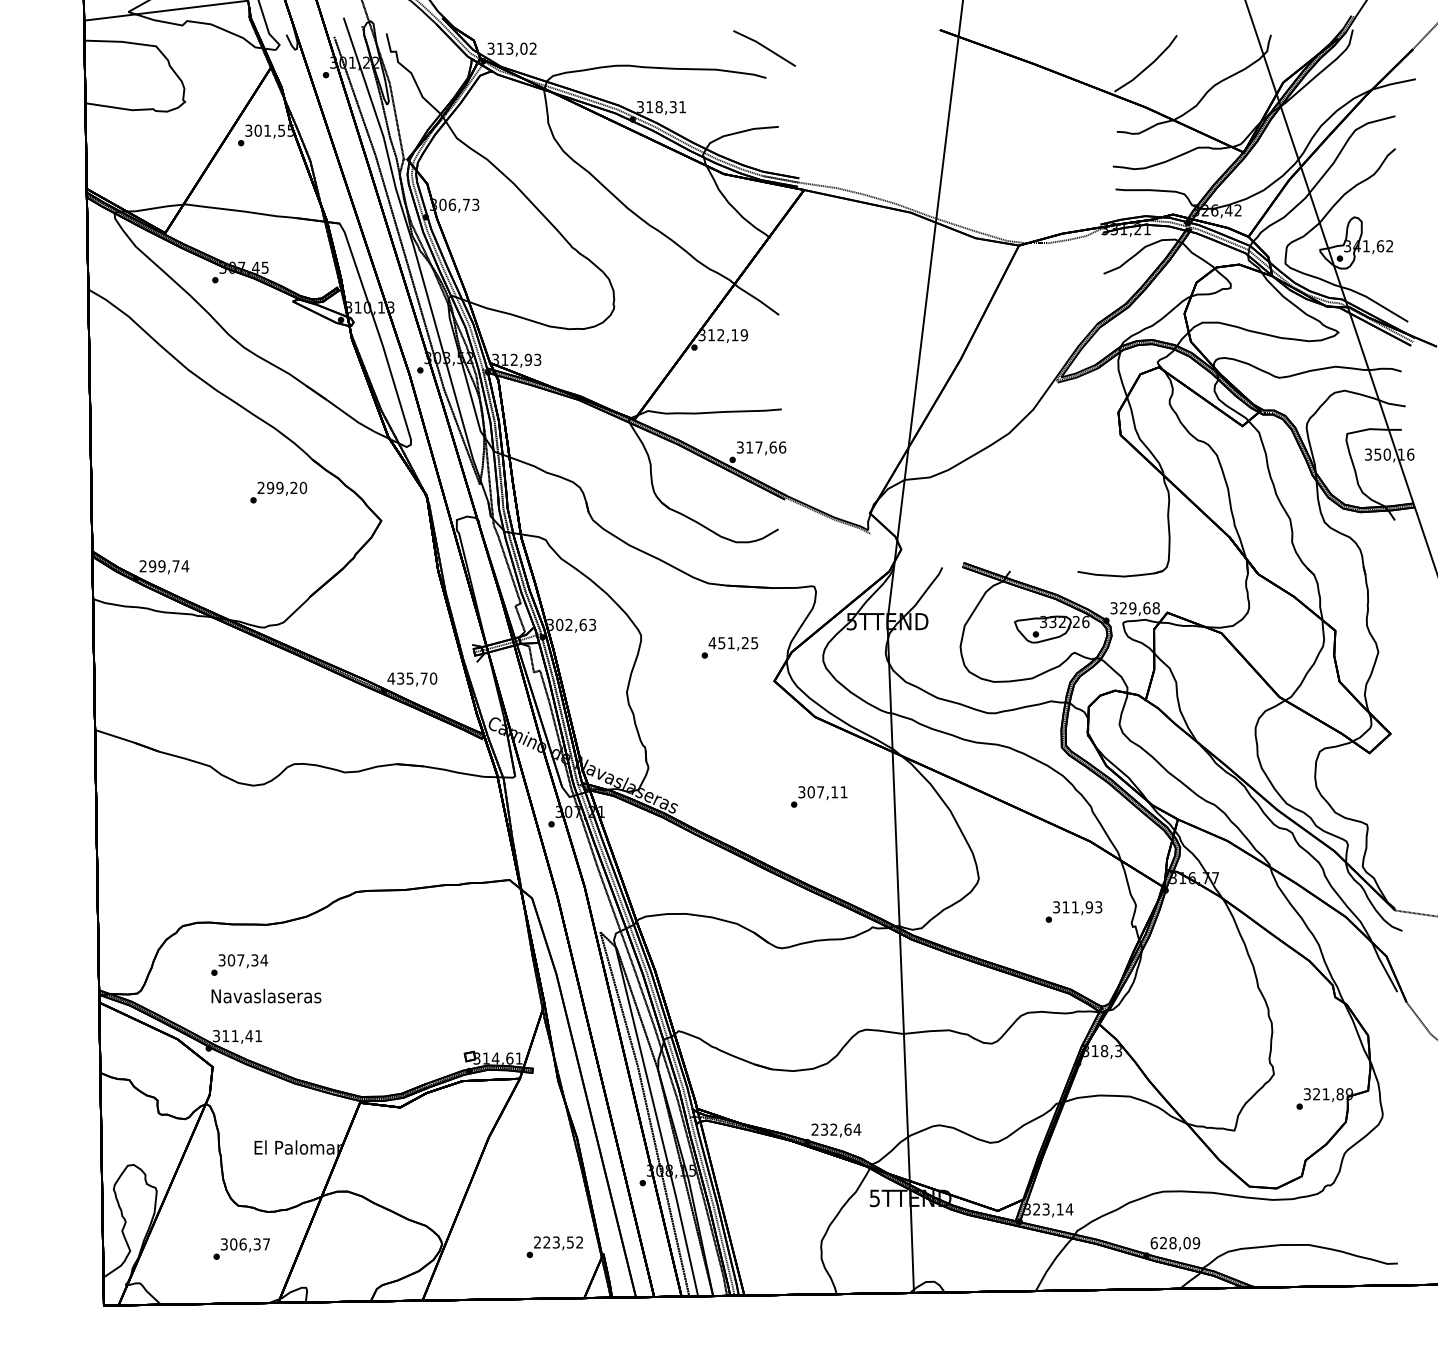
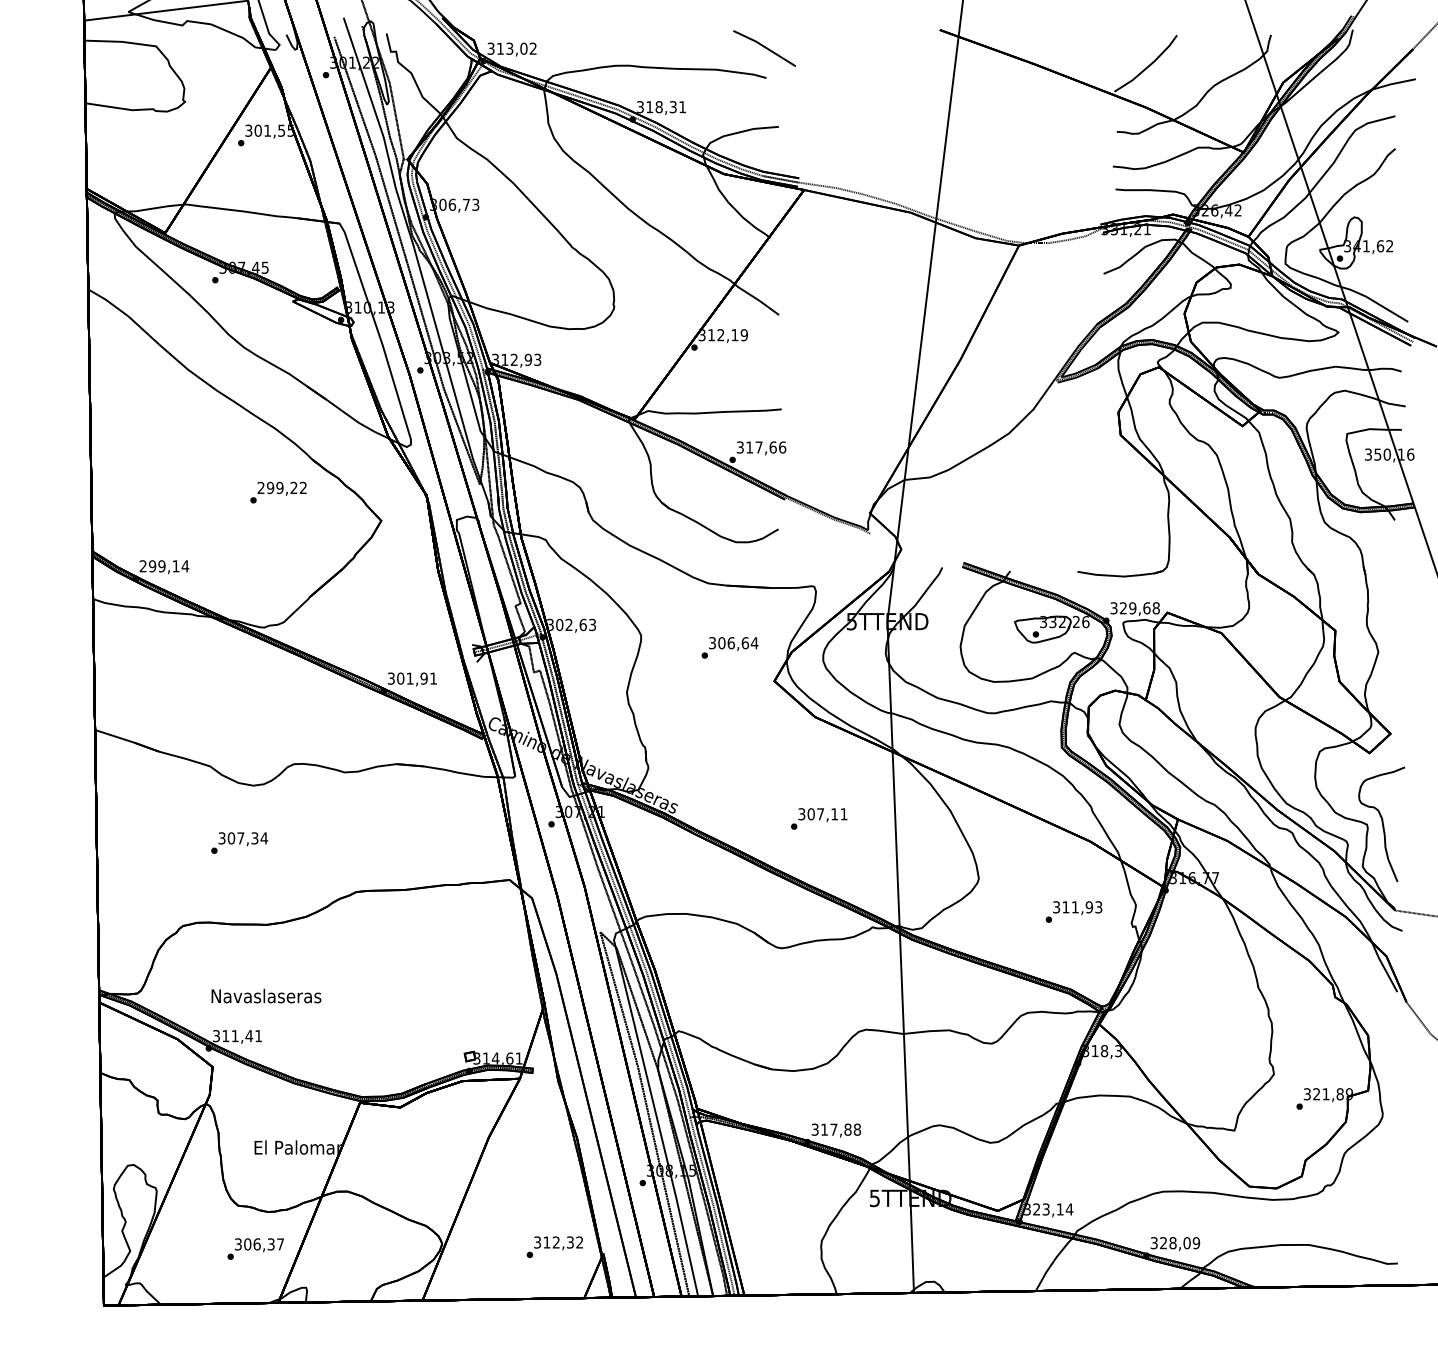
text at (303, 487): 299,20 -> 299,22
text at (175, 566): 299,74 -> 299,14
text at (733, 643): 451,25 -> 306,64
text at (412, 678): 435,70 -> 301,91
text at (819, 796) position: (819, 796) -> (819, 818)
curve at (1381, 822): none -> present
text at (239, 964) position: (239, 964) -> (239, 842)
text at (836, 1129): 232,64 -> 317,88
text at (553, 1242): 223,52 -> 312,32
text at (1153, 1243): 628,09 -> 328,09
text at (241, 1248) position: (241, 1248) -> (255, 1248)
